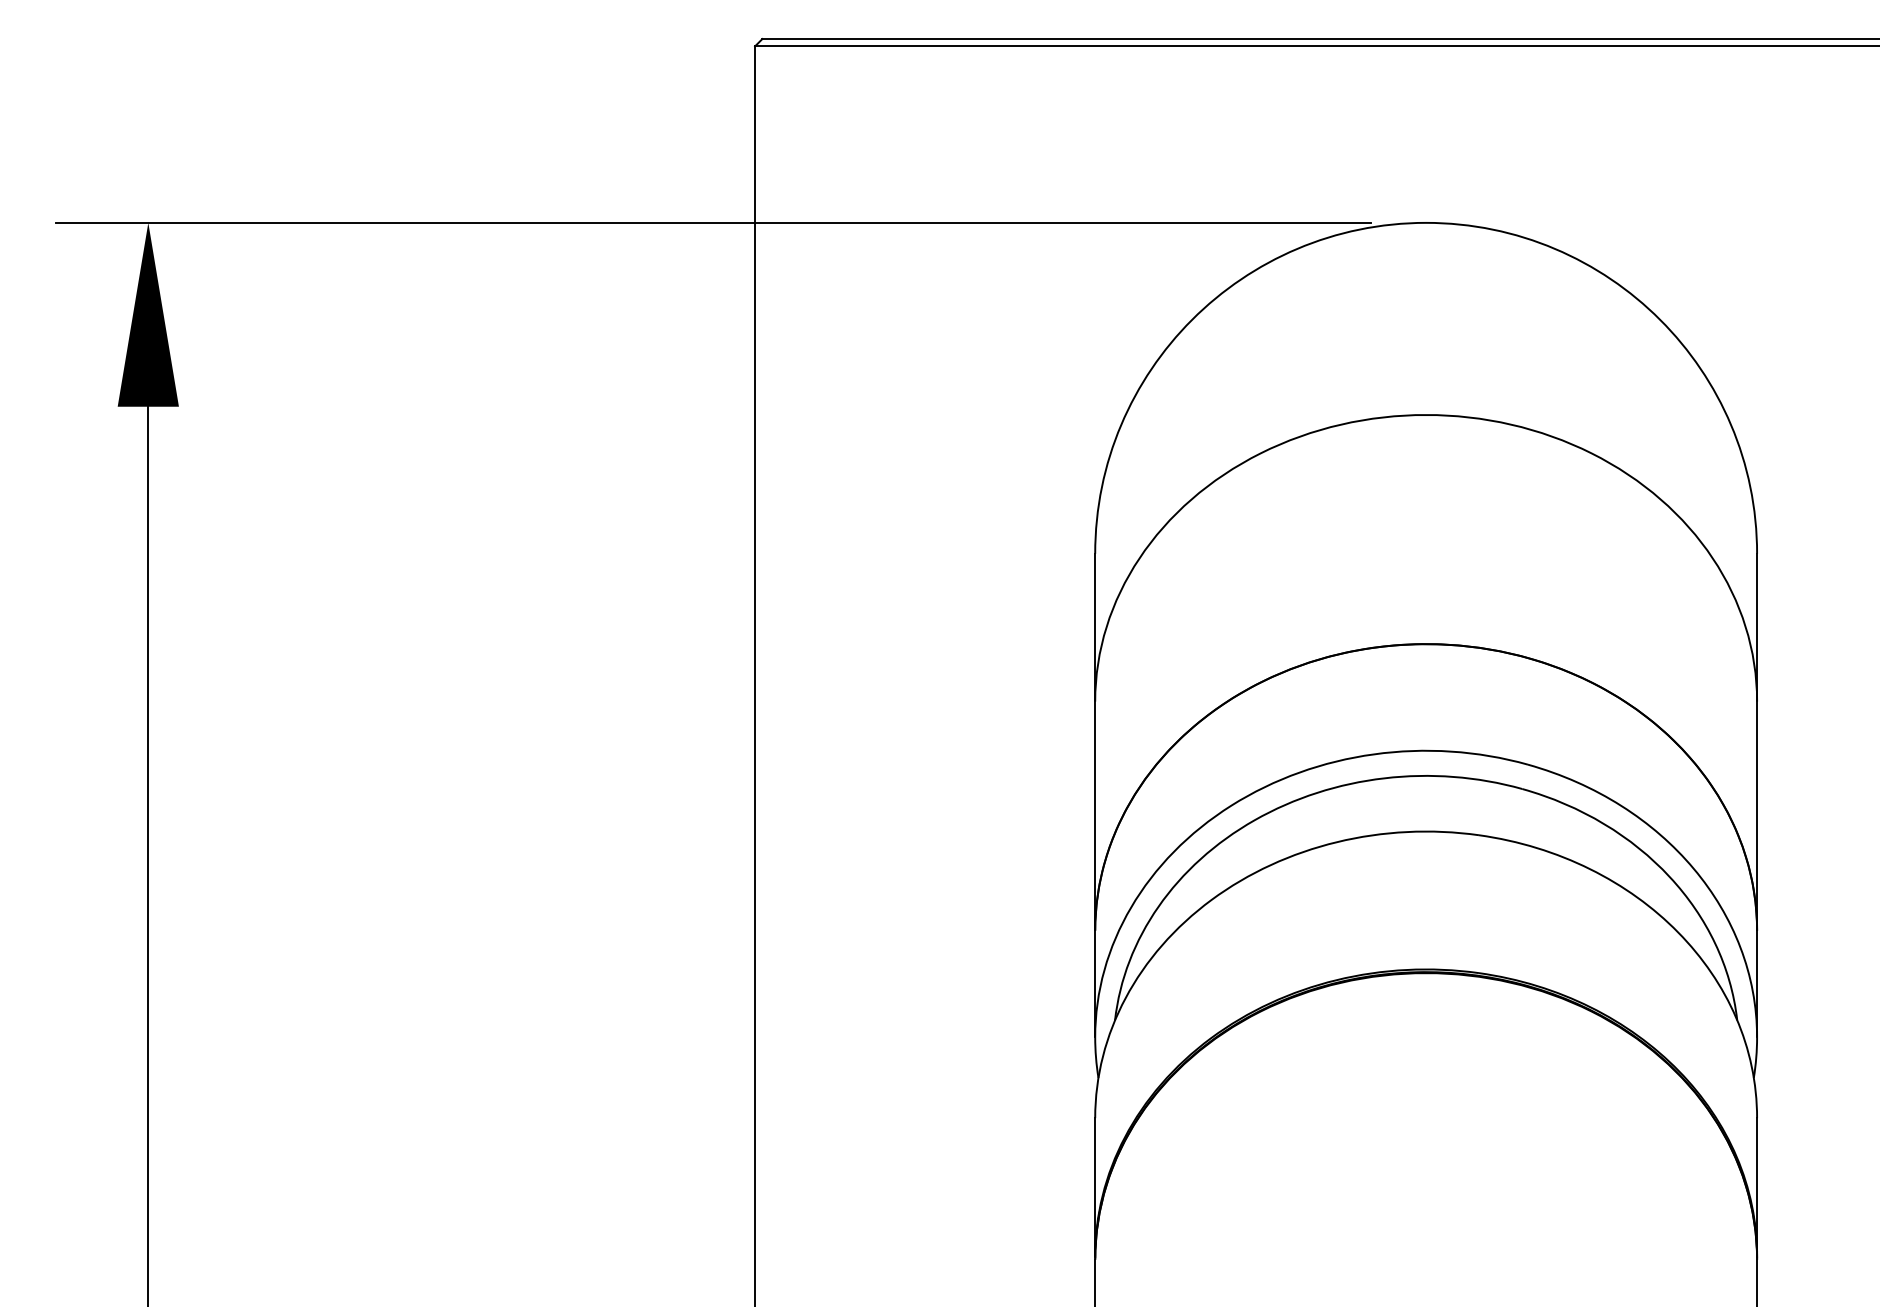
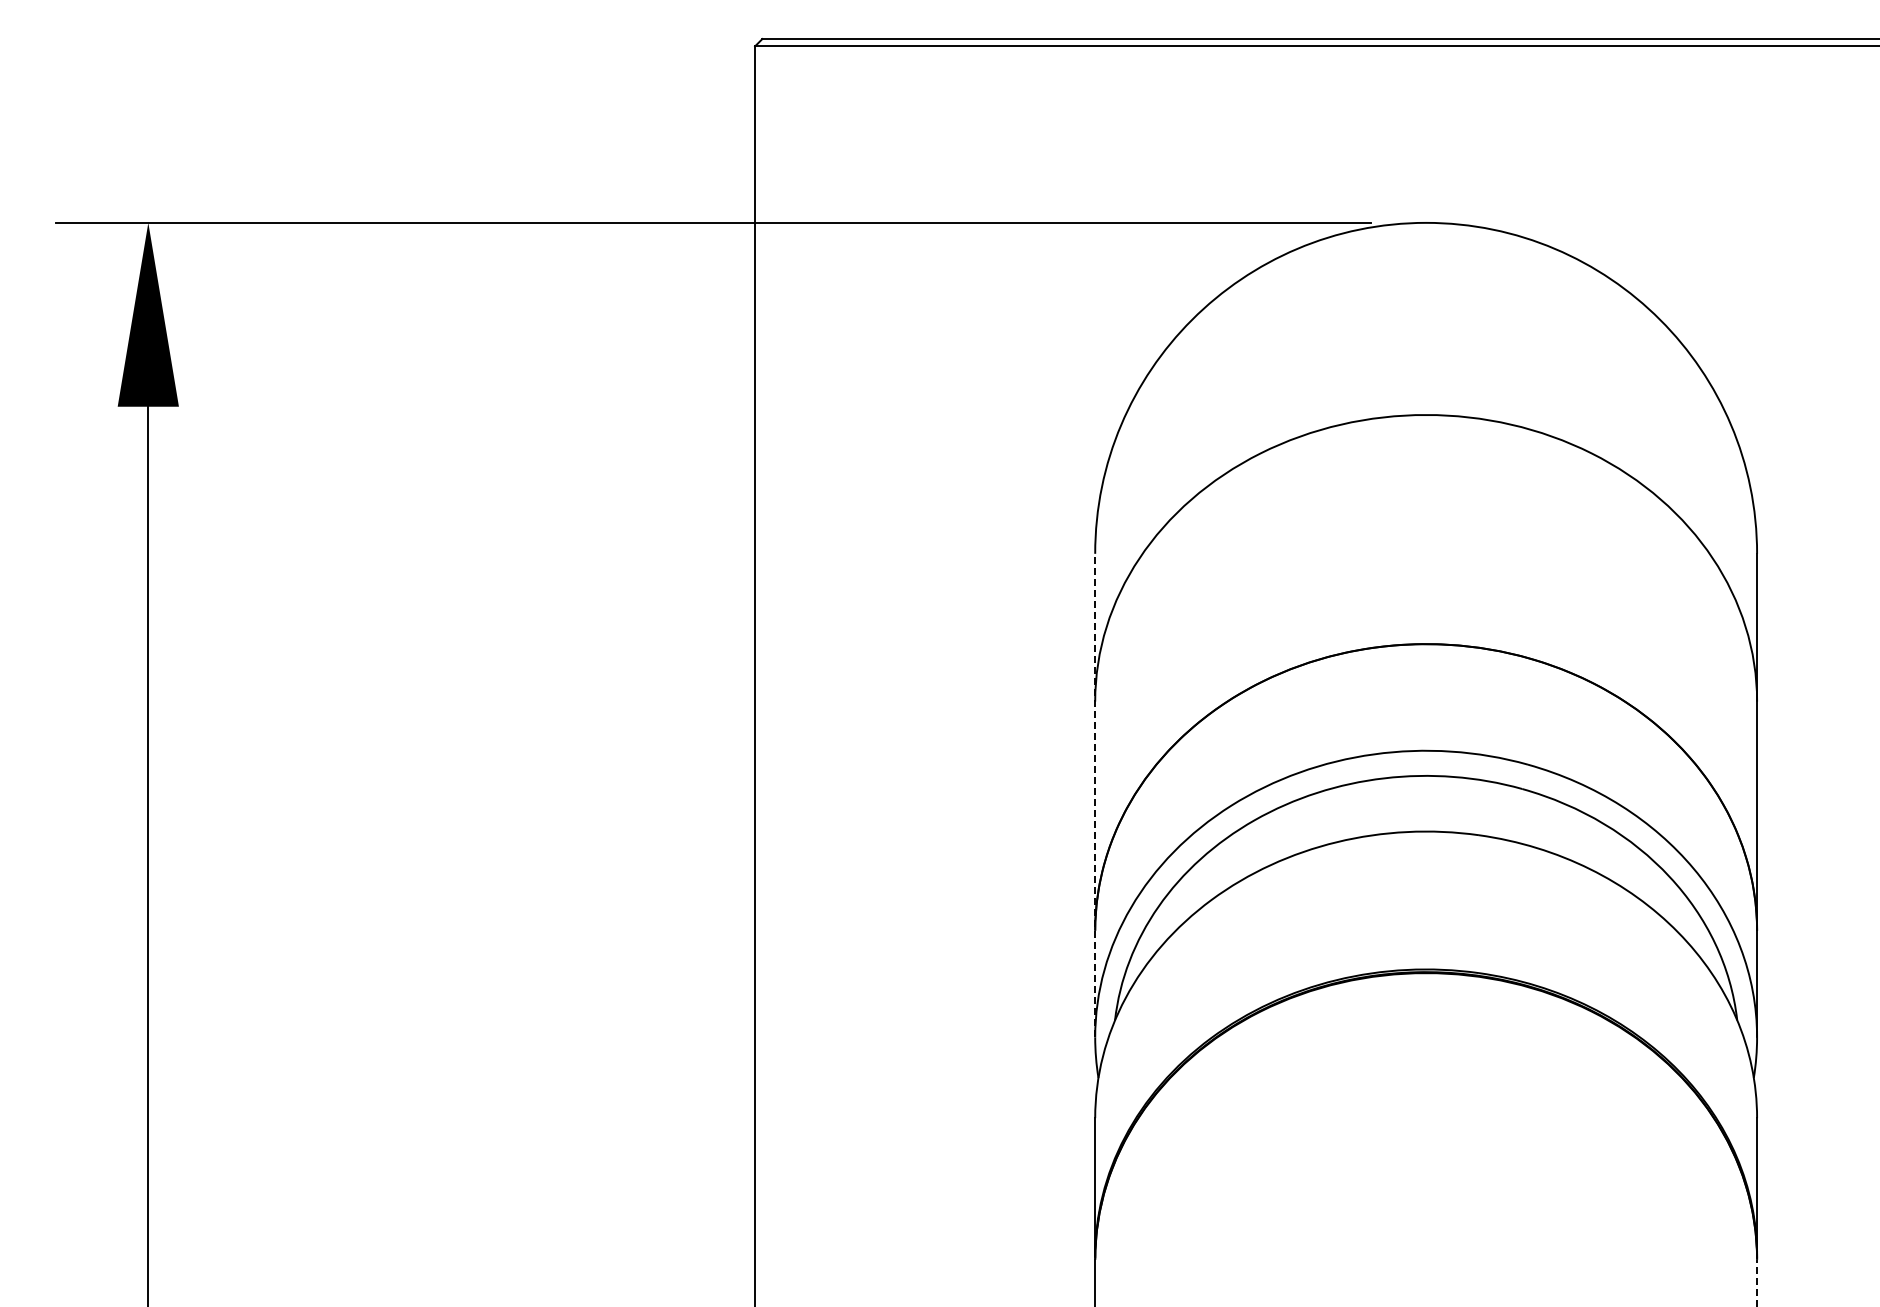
line at (1095, 795): solid -> dashed
line at (1757, 1282): solid -> dashed
